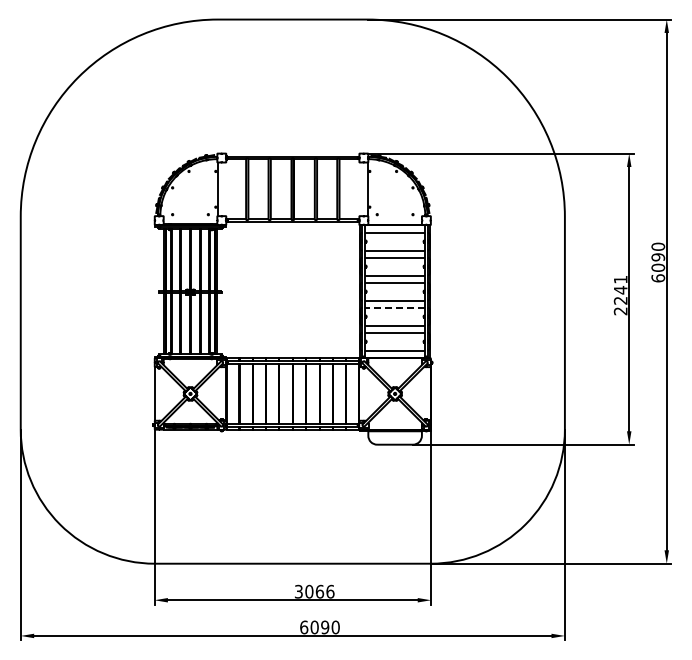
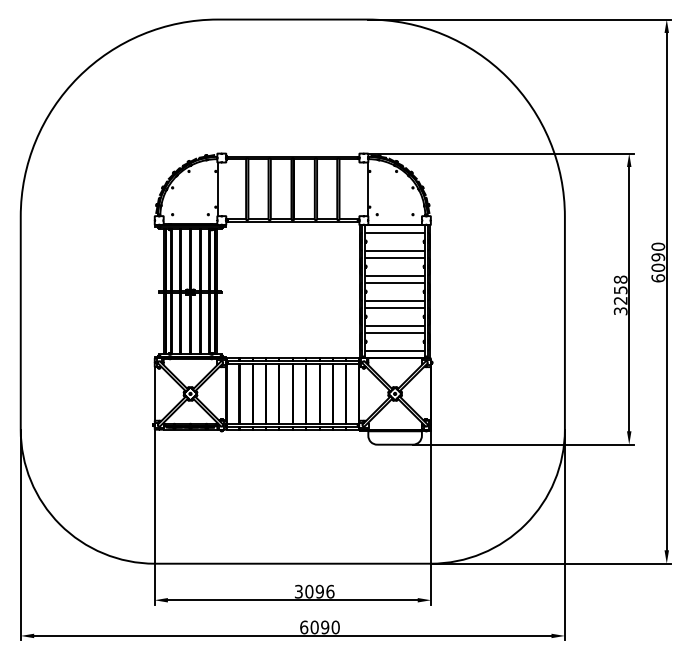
text at (620, 295): 2241 -> 3258
line at (395, 307): dashed -> solid
text at (319, 591): 3066 -> 3096
